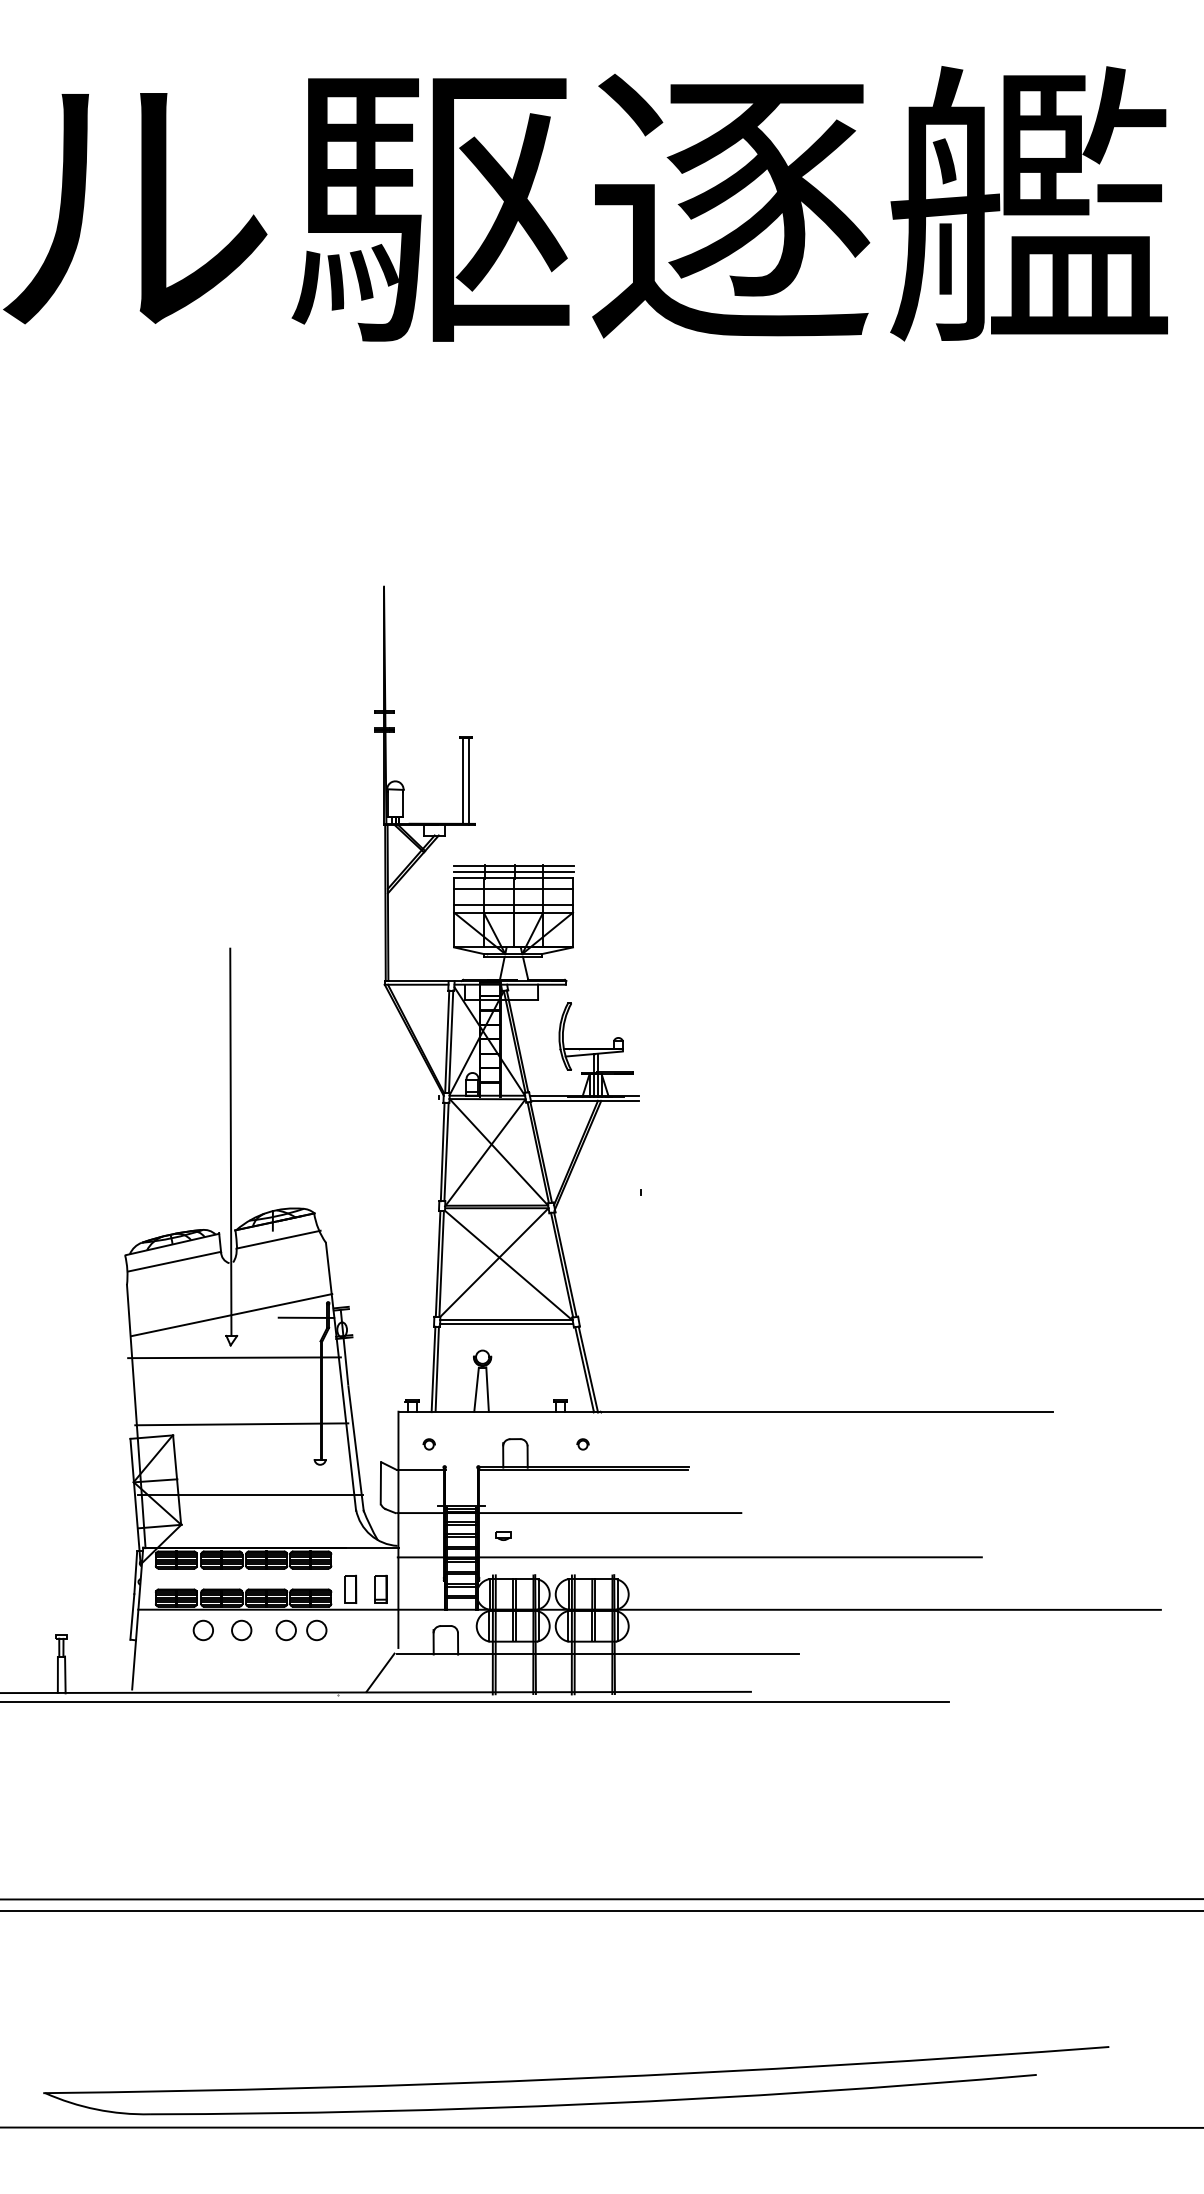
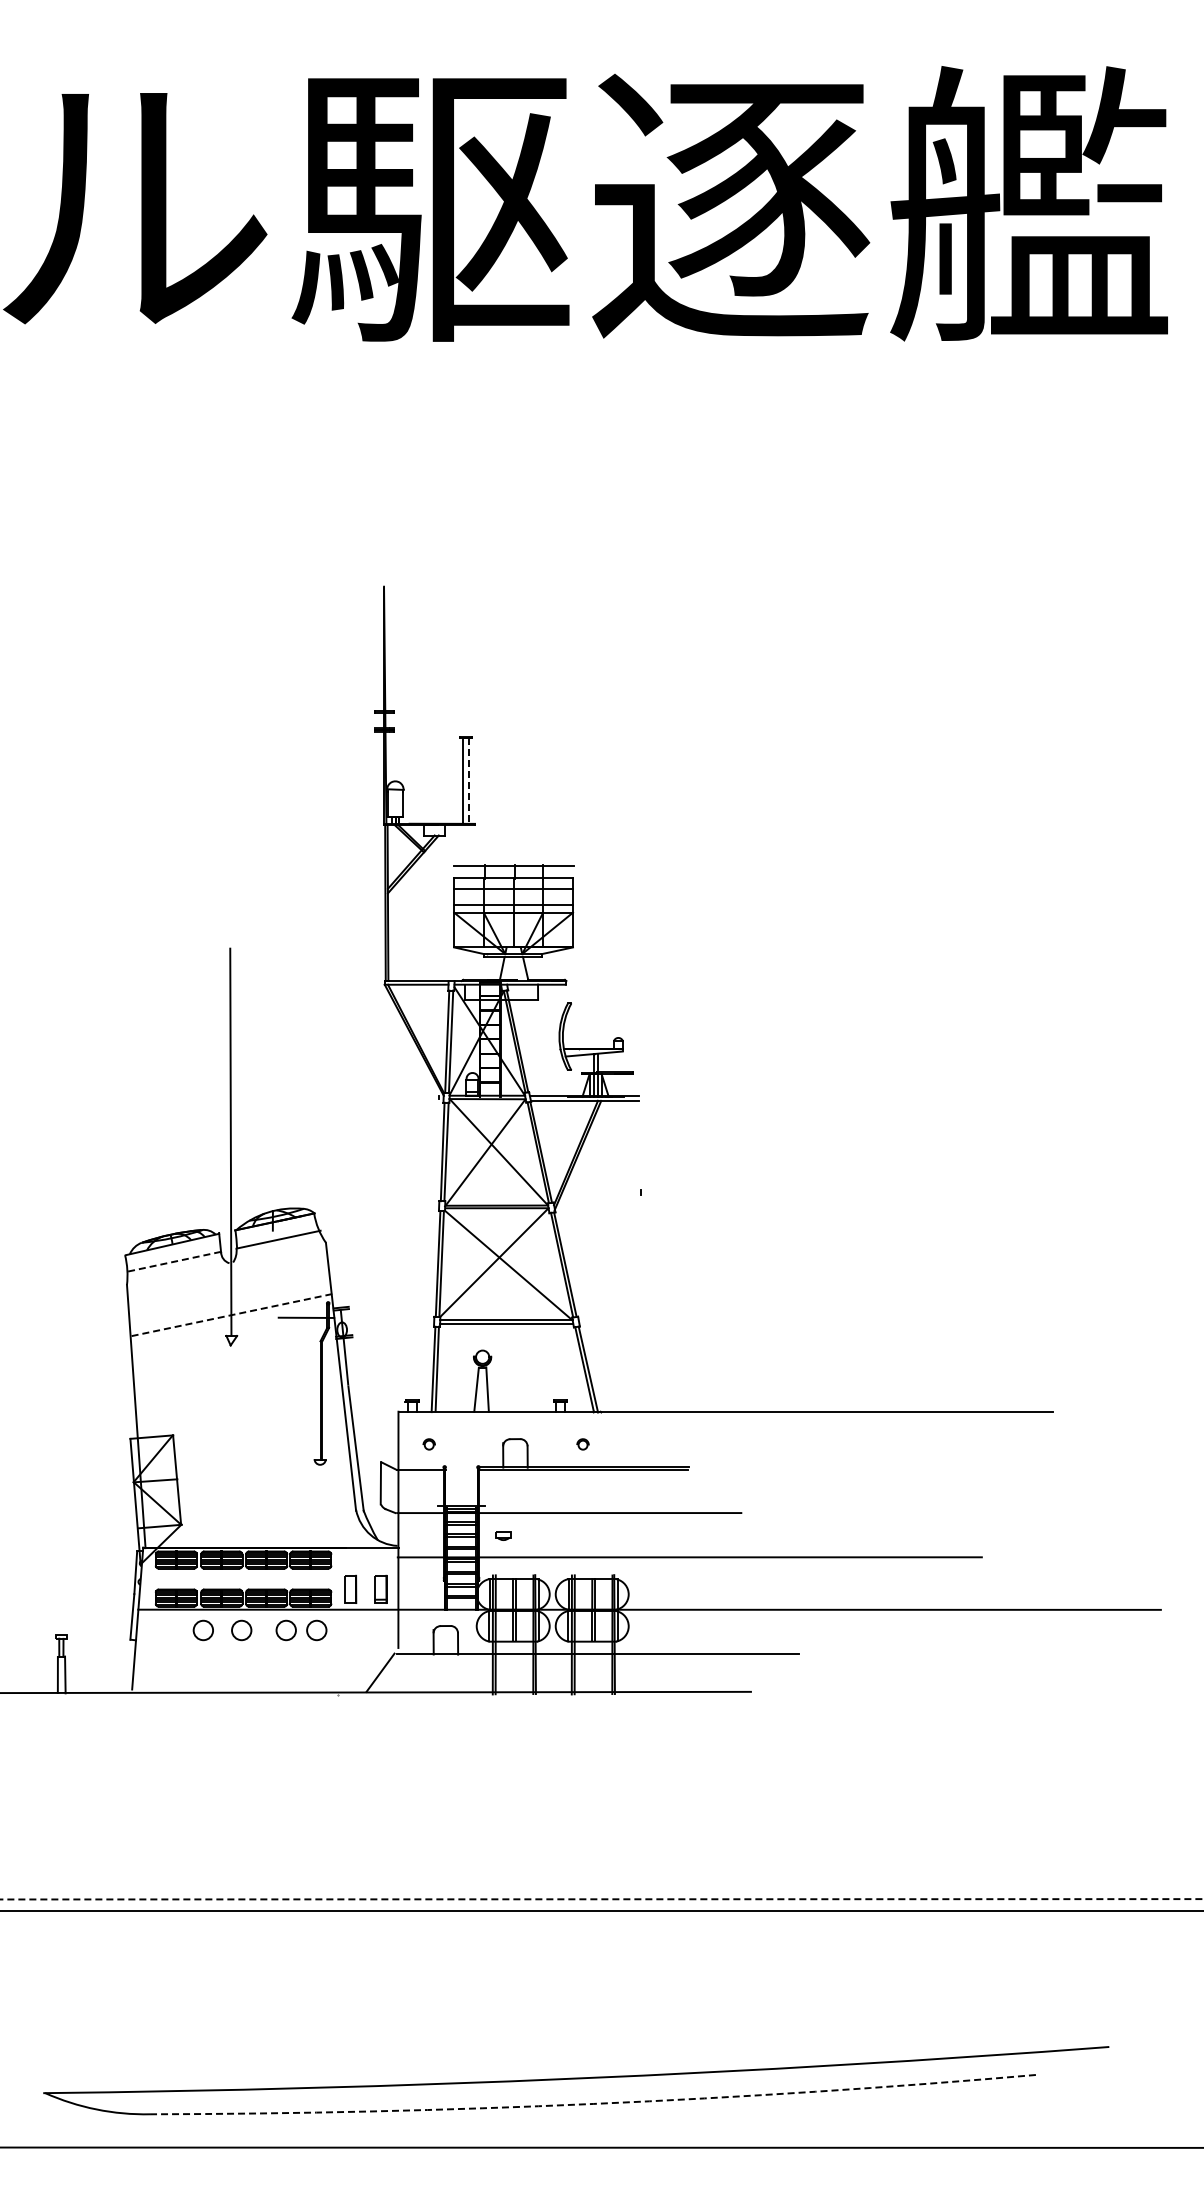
line at (468, 782): solid -> dashed
line at (513, 872): present -> none
line at (174, 1261): solid -> dashed
line at (231, 1315): solid -> dashed
line at (234, 1357): present -> none
line at (241, 1424): present -> none
line at (250, 1494): present -> none
line at (475, 1701): present -> none
line at (601, 1899): solid -> dashed
arc at (593, 2103): solid -> dashed
line at (601, 2127) position: (601, 2127) -> (601, 2147)
